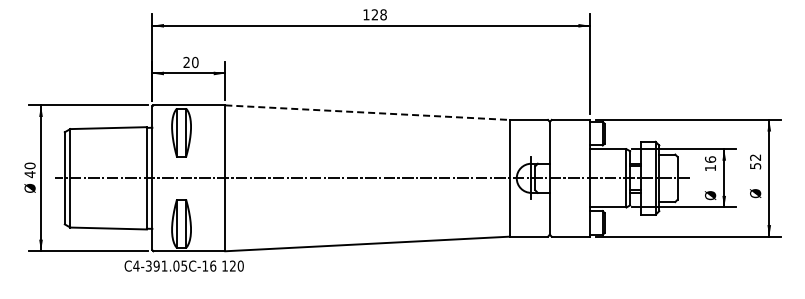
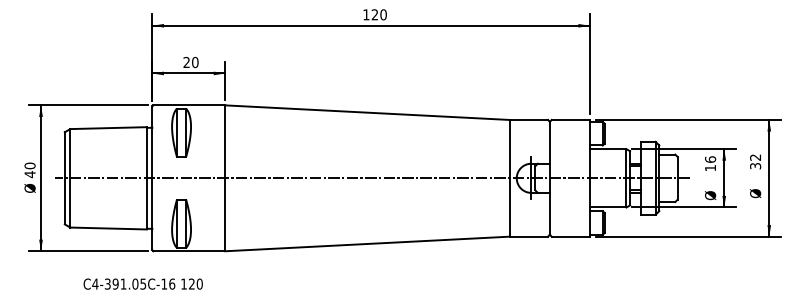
text at (383, 14): 128 -> 120
line at (368, 112): dashed -> solid
text at (755, 165): 52 -> 32
text at (183, 265) position: (183, 265) -> (142, 283)
